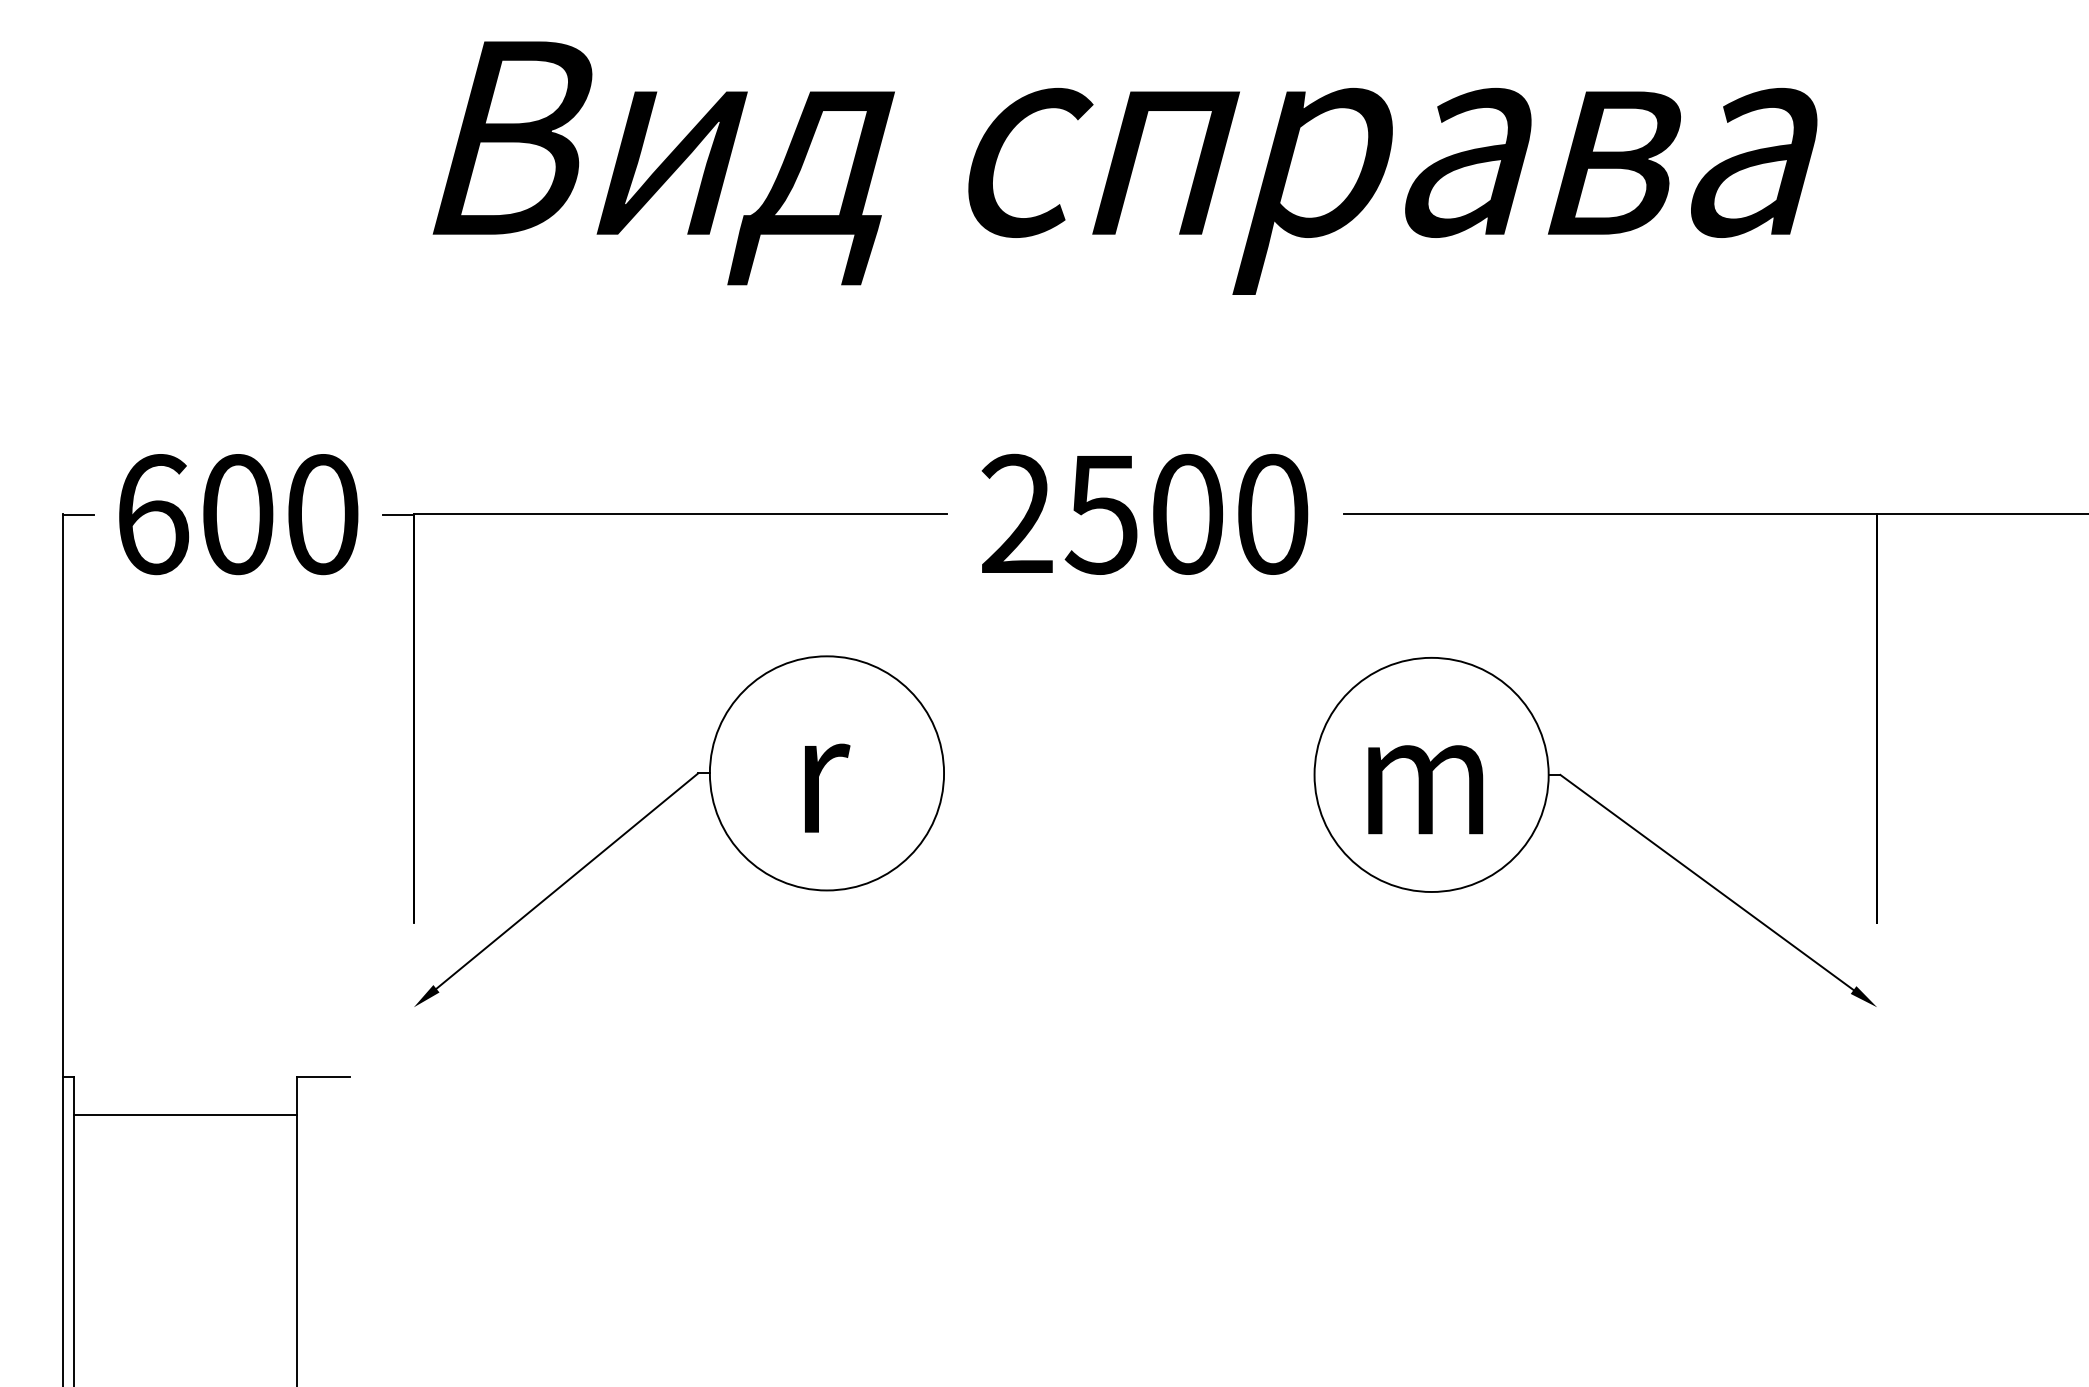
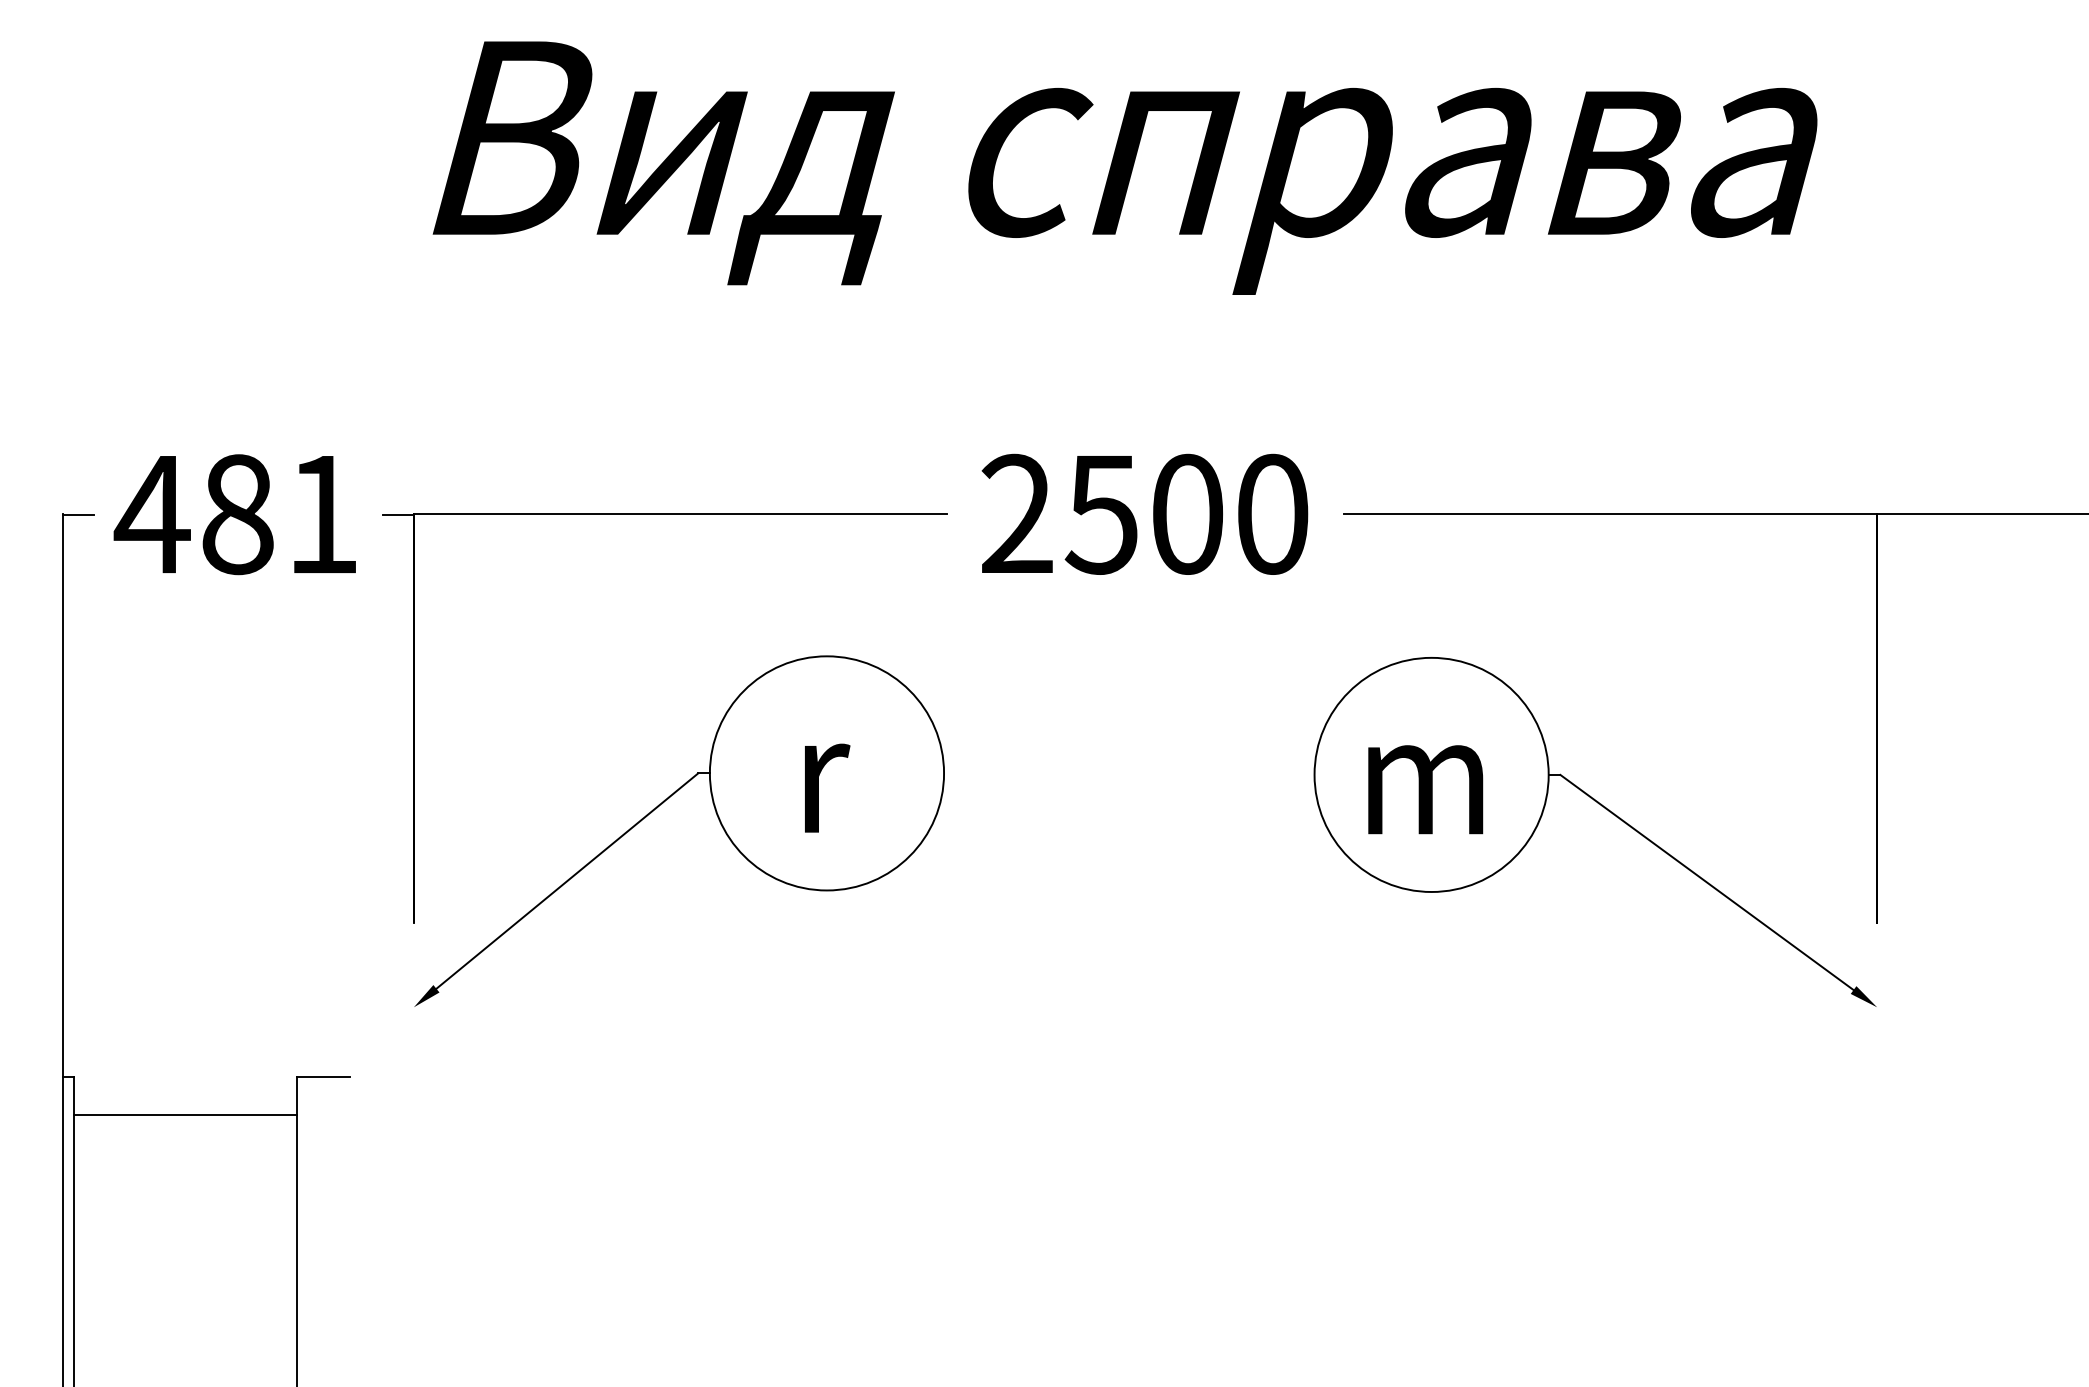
text at (235, 514): 600 -> 481
